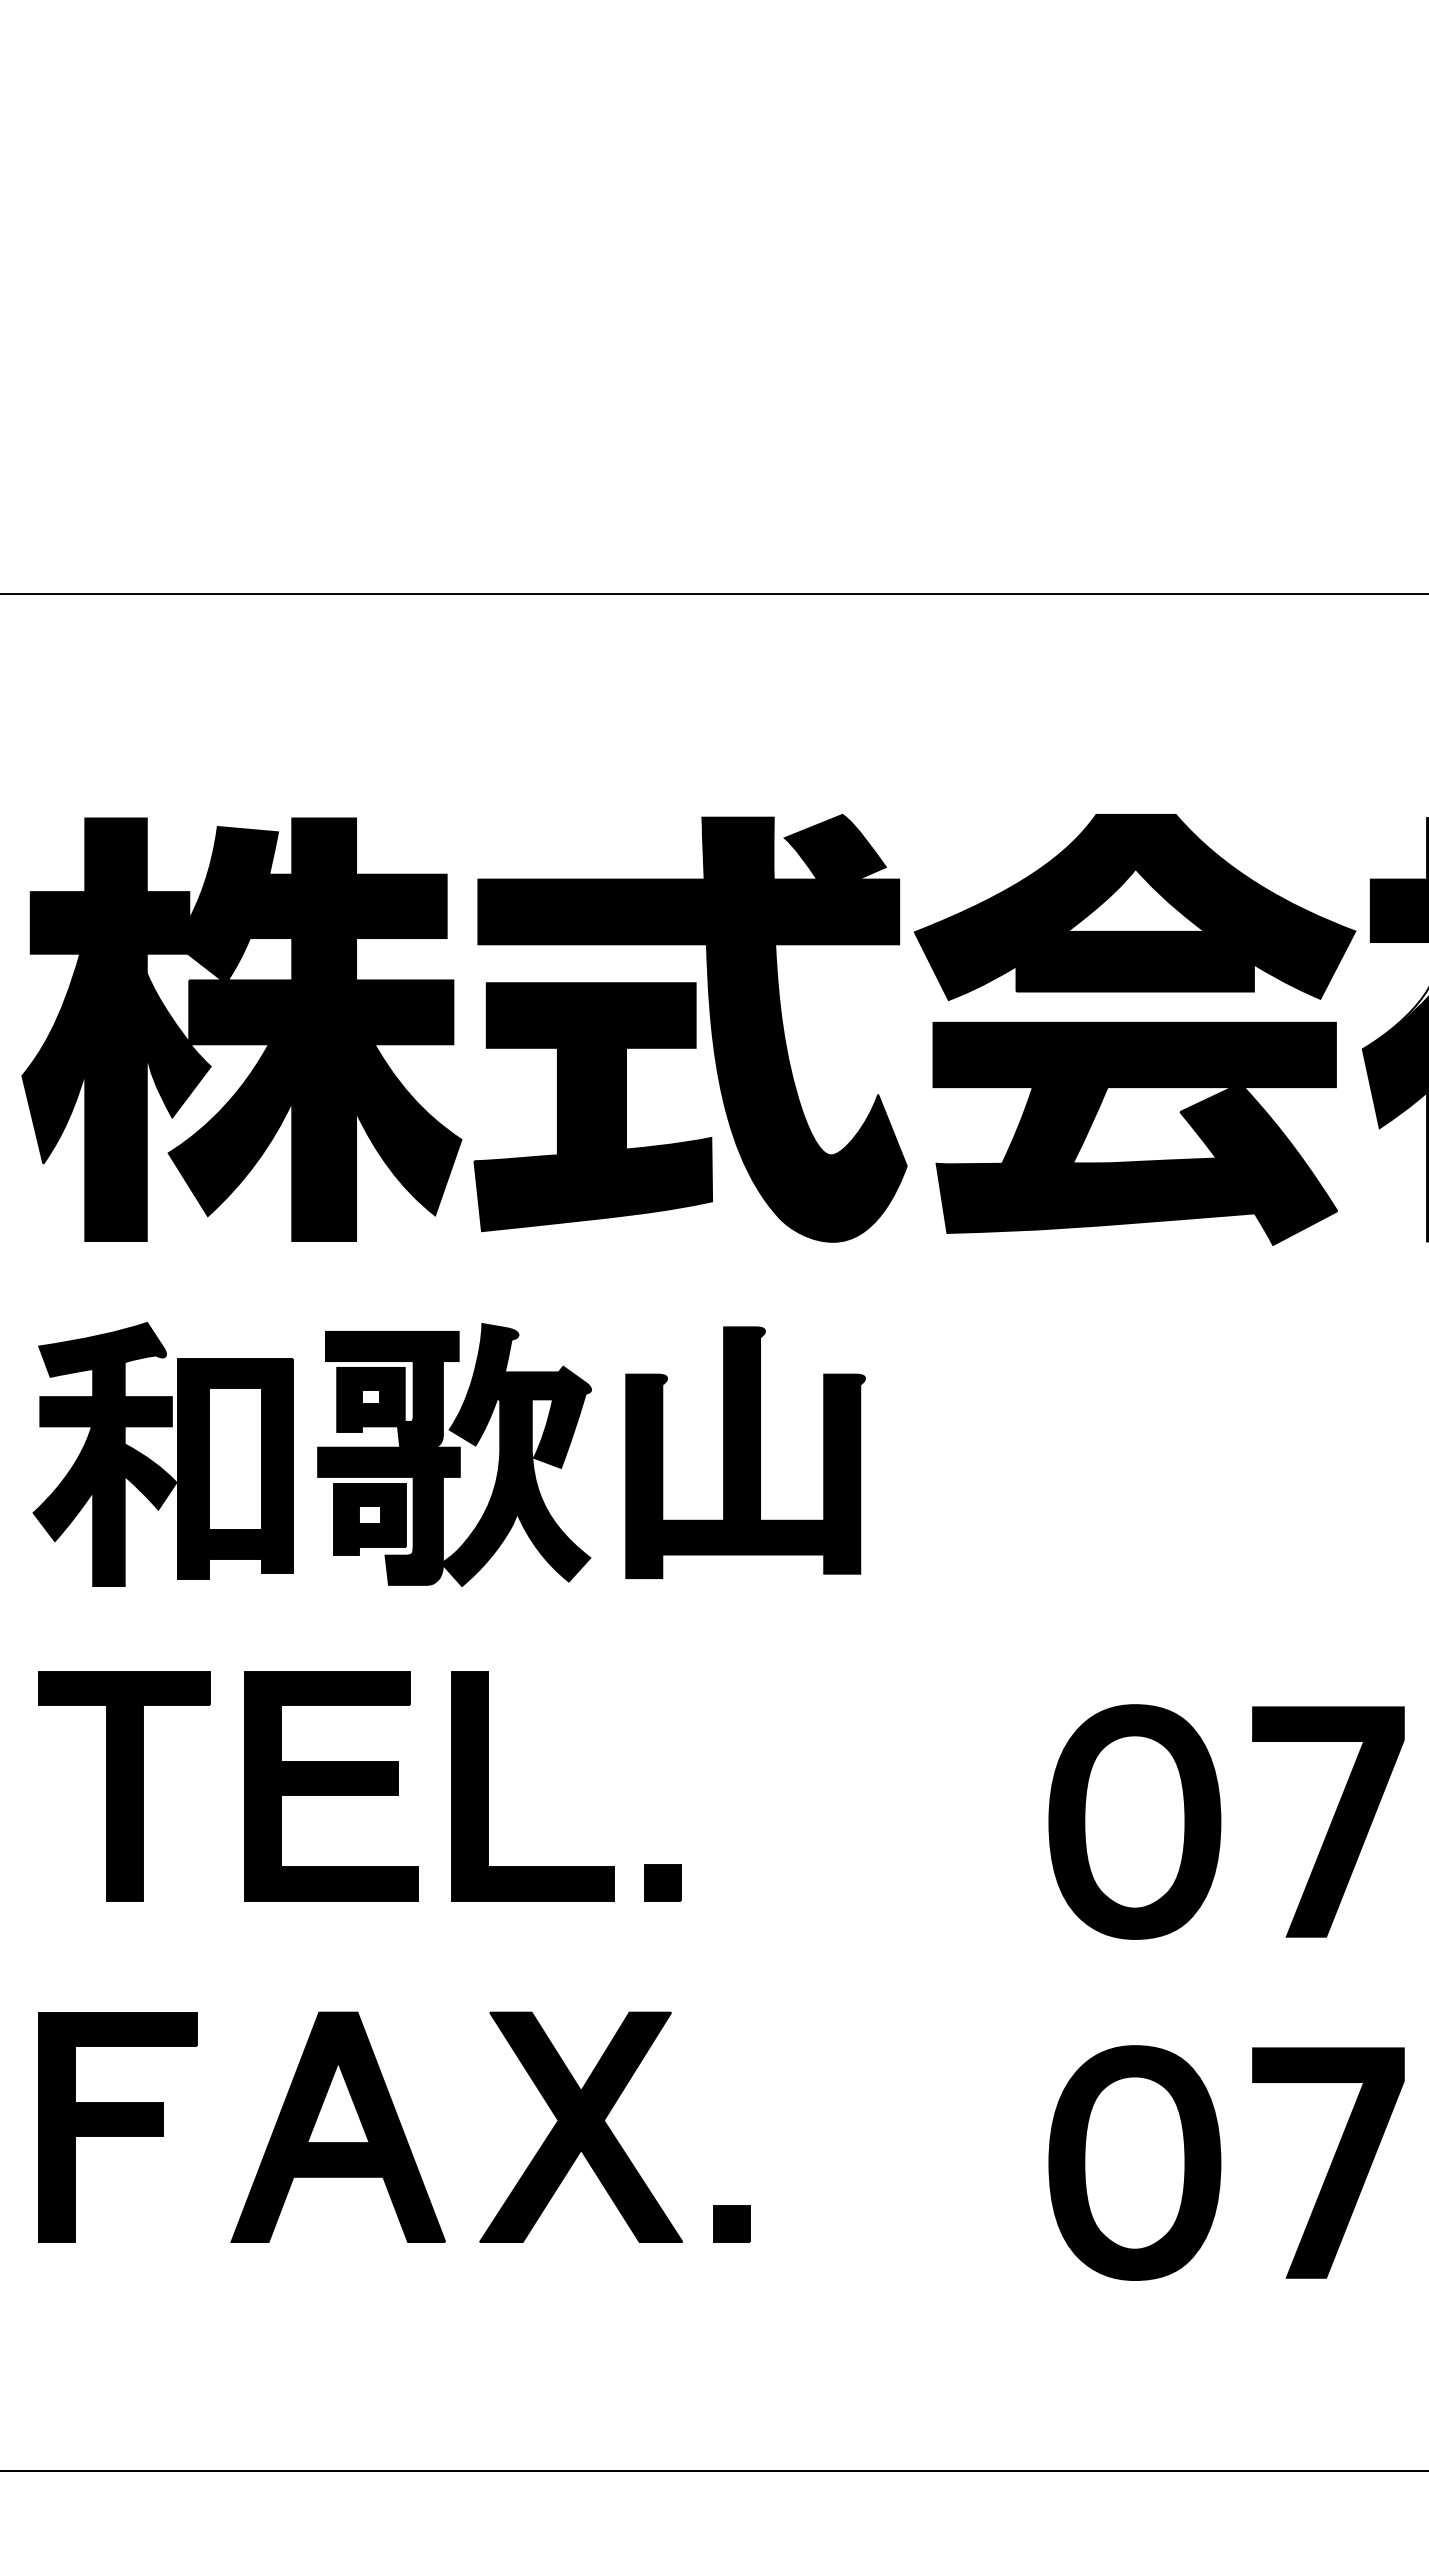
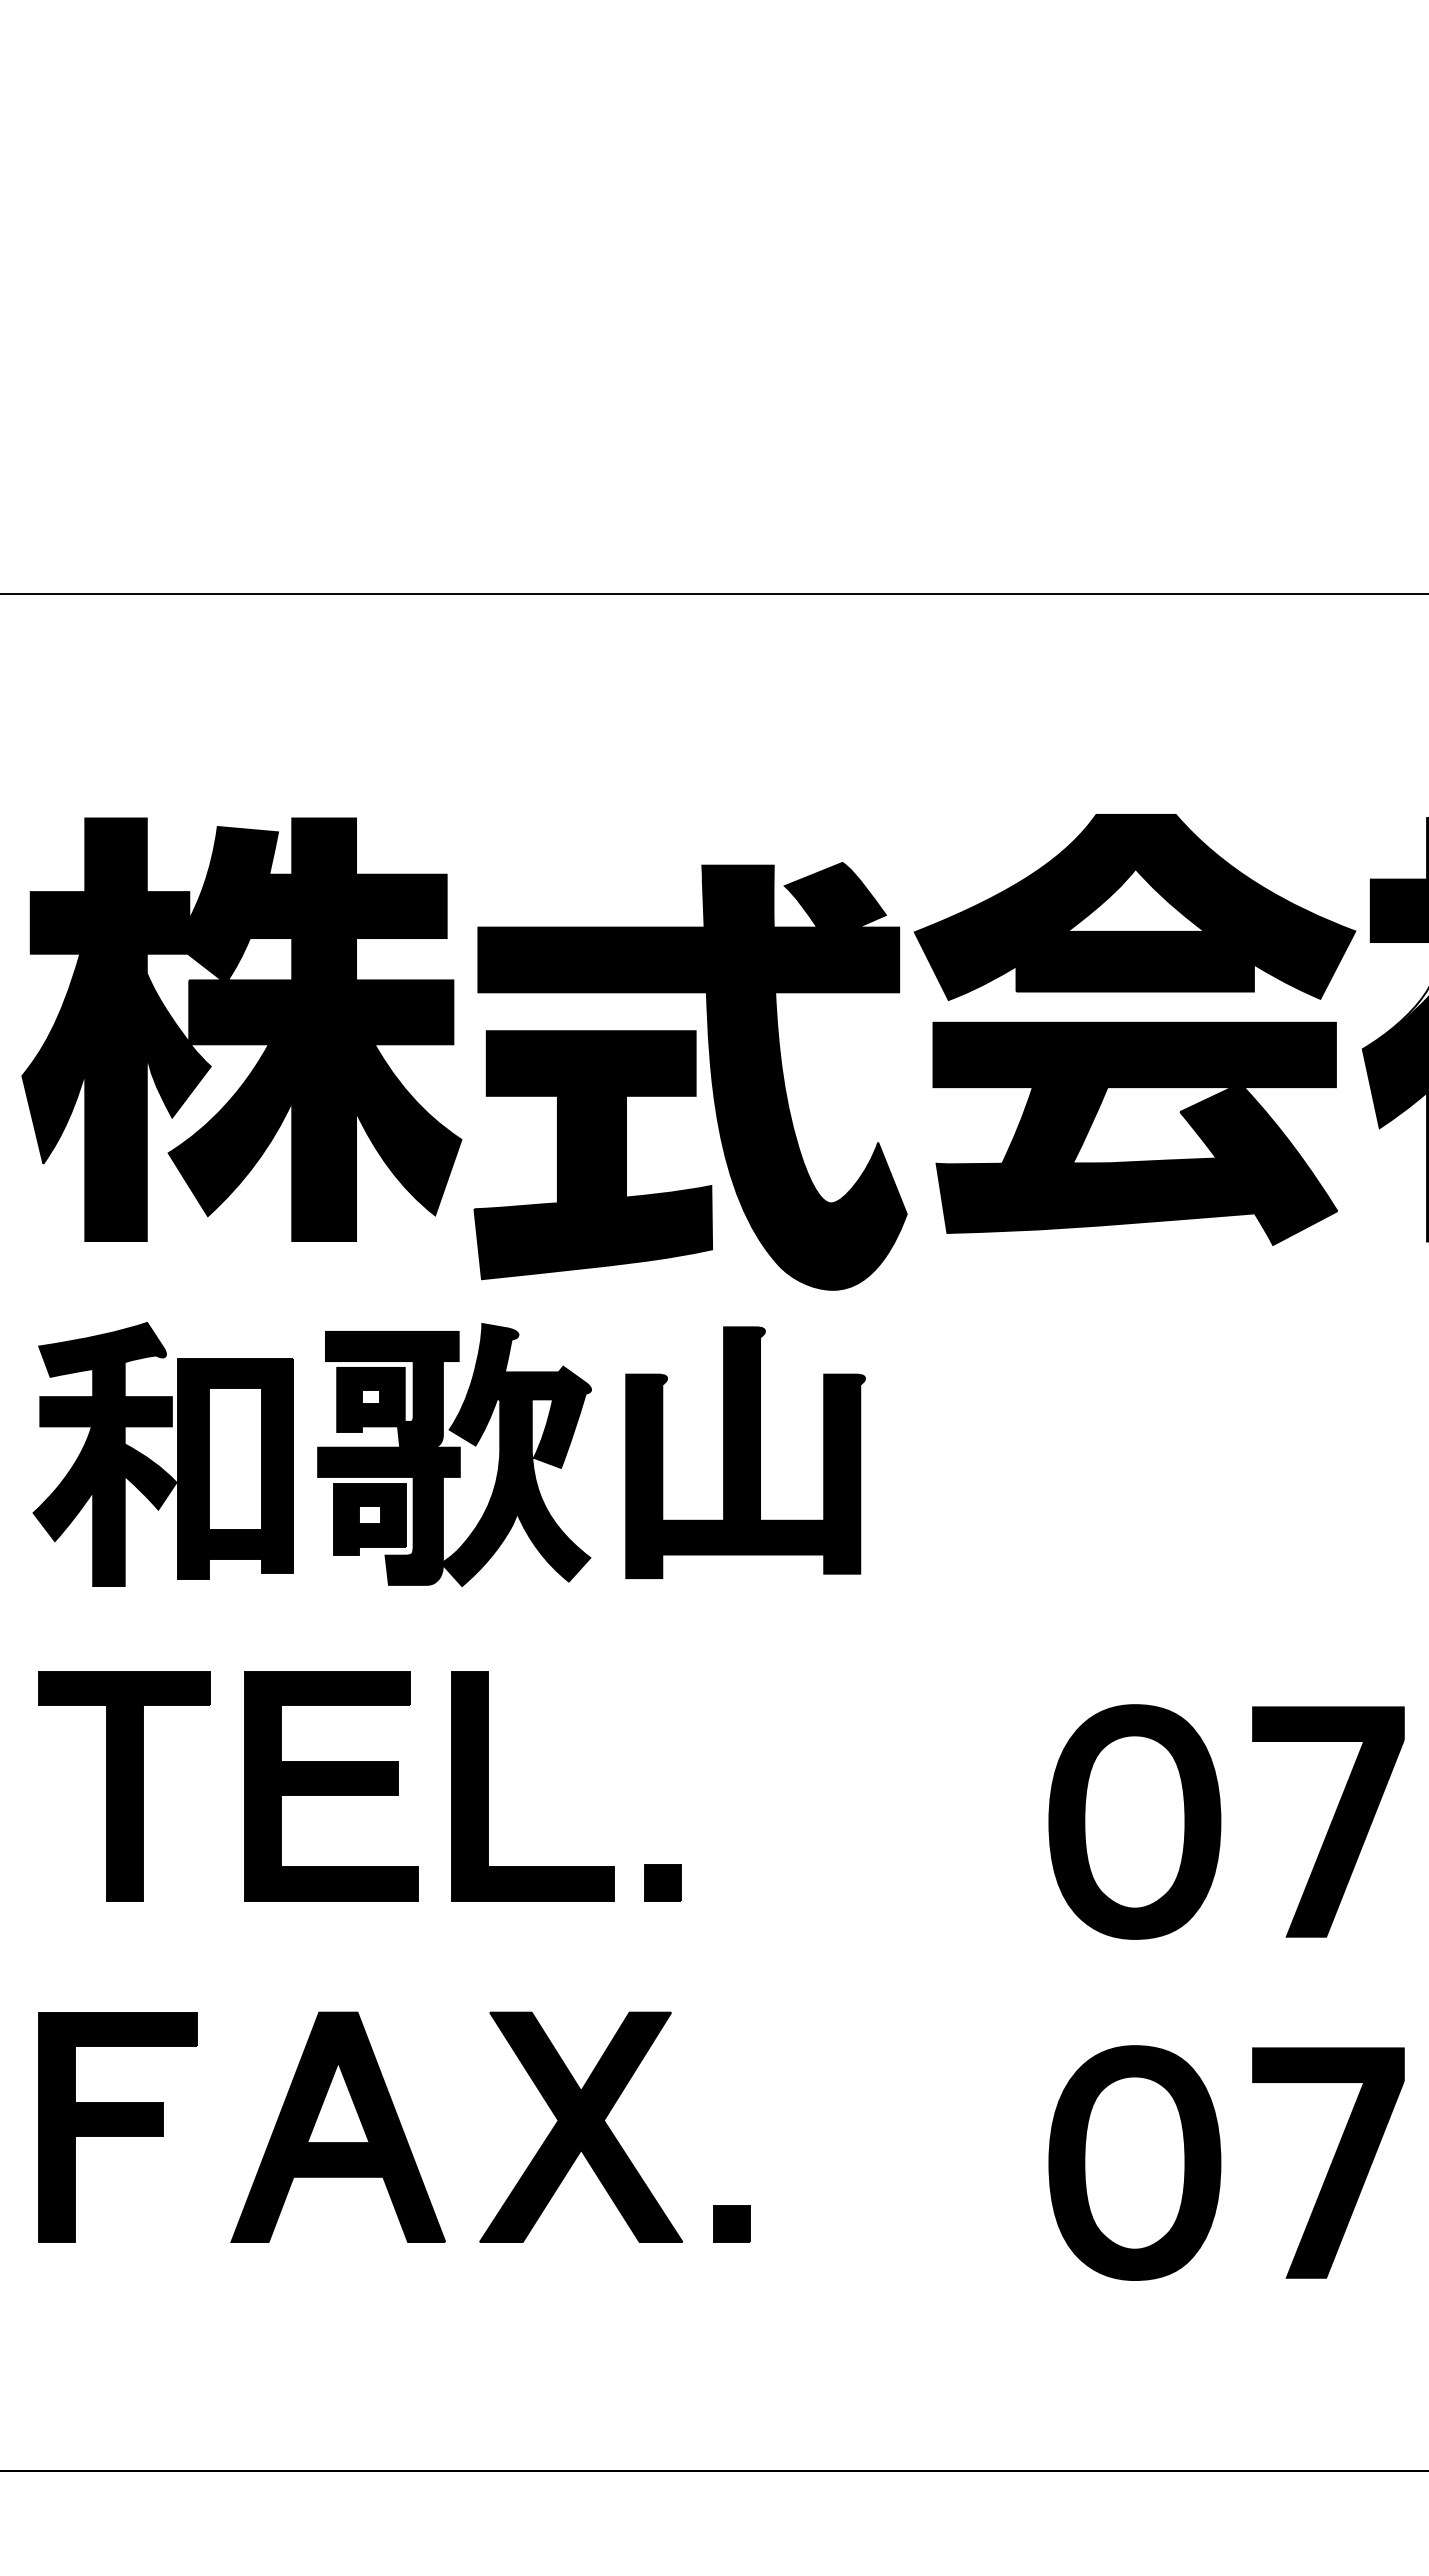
part at (690, 1028) position: (690, 1028) -> (690, 1076)
